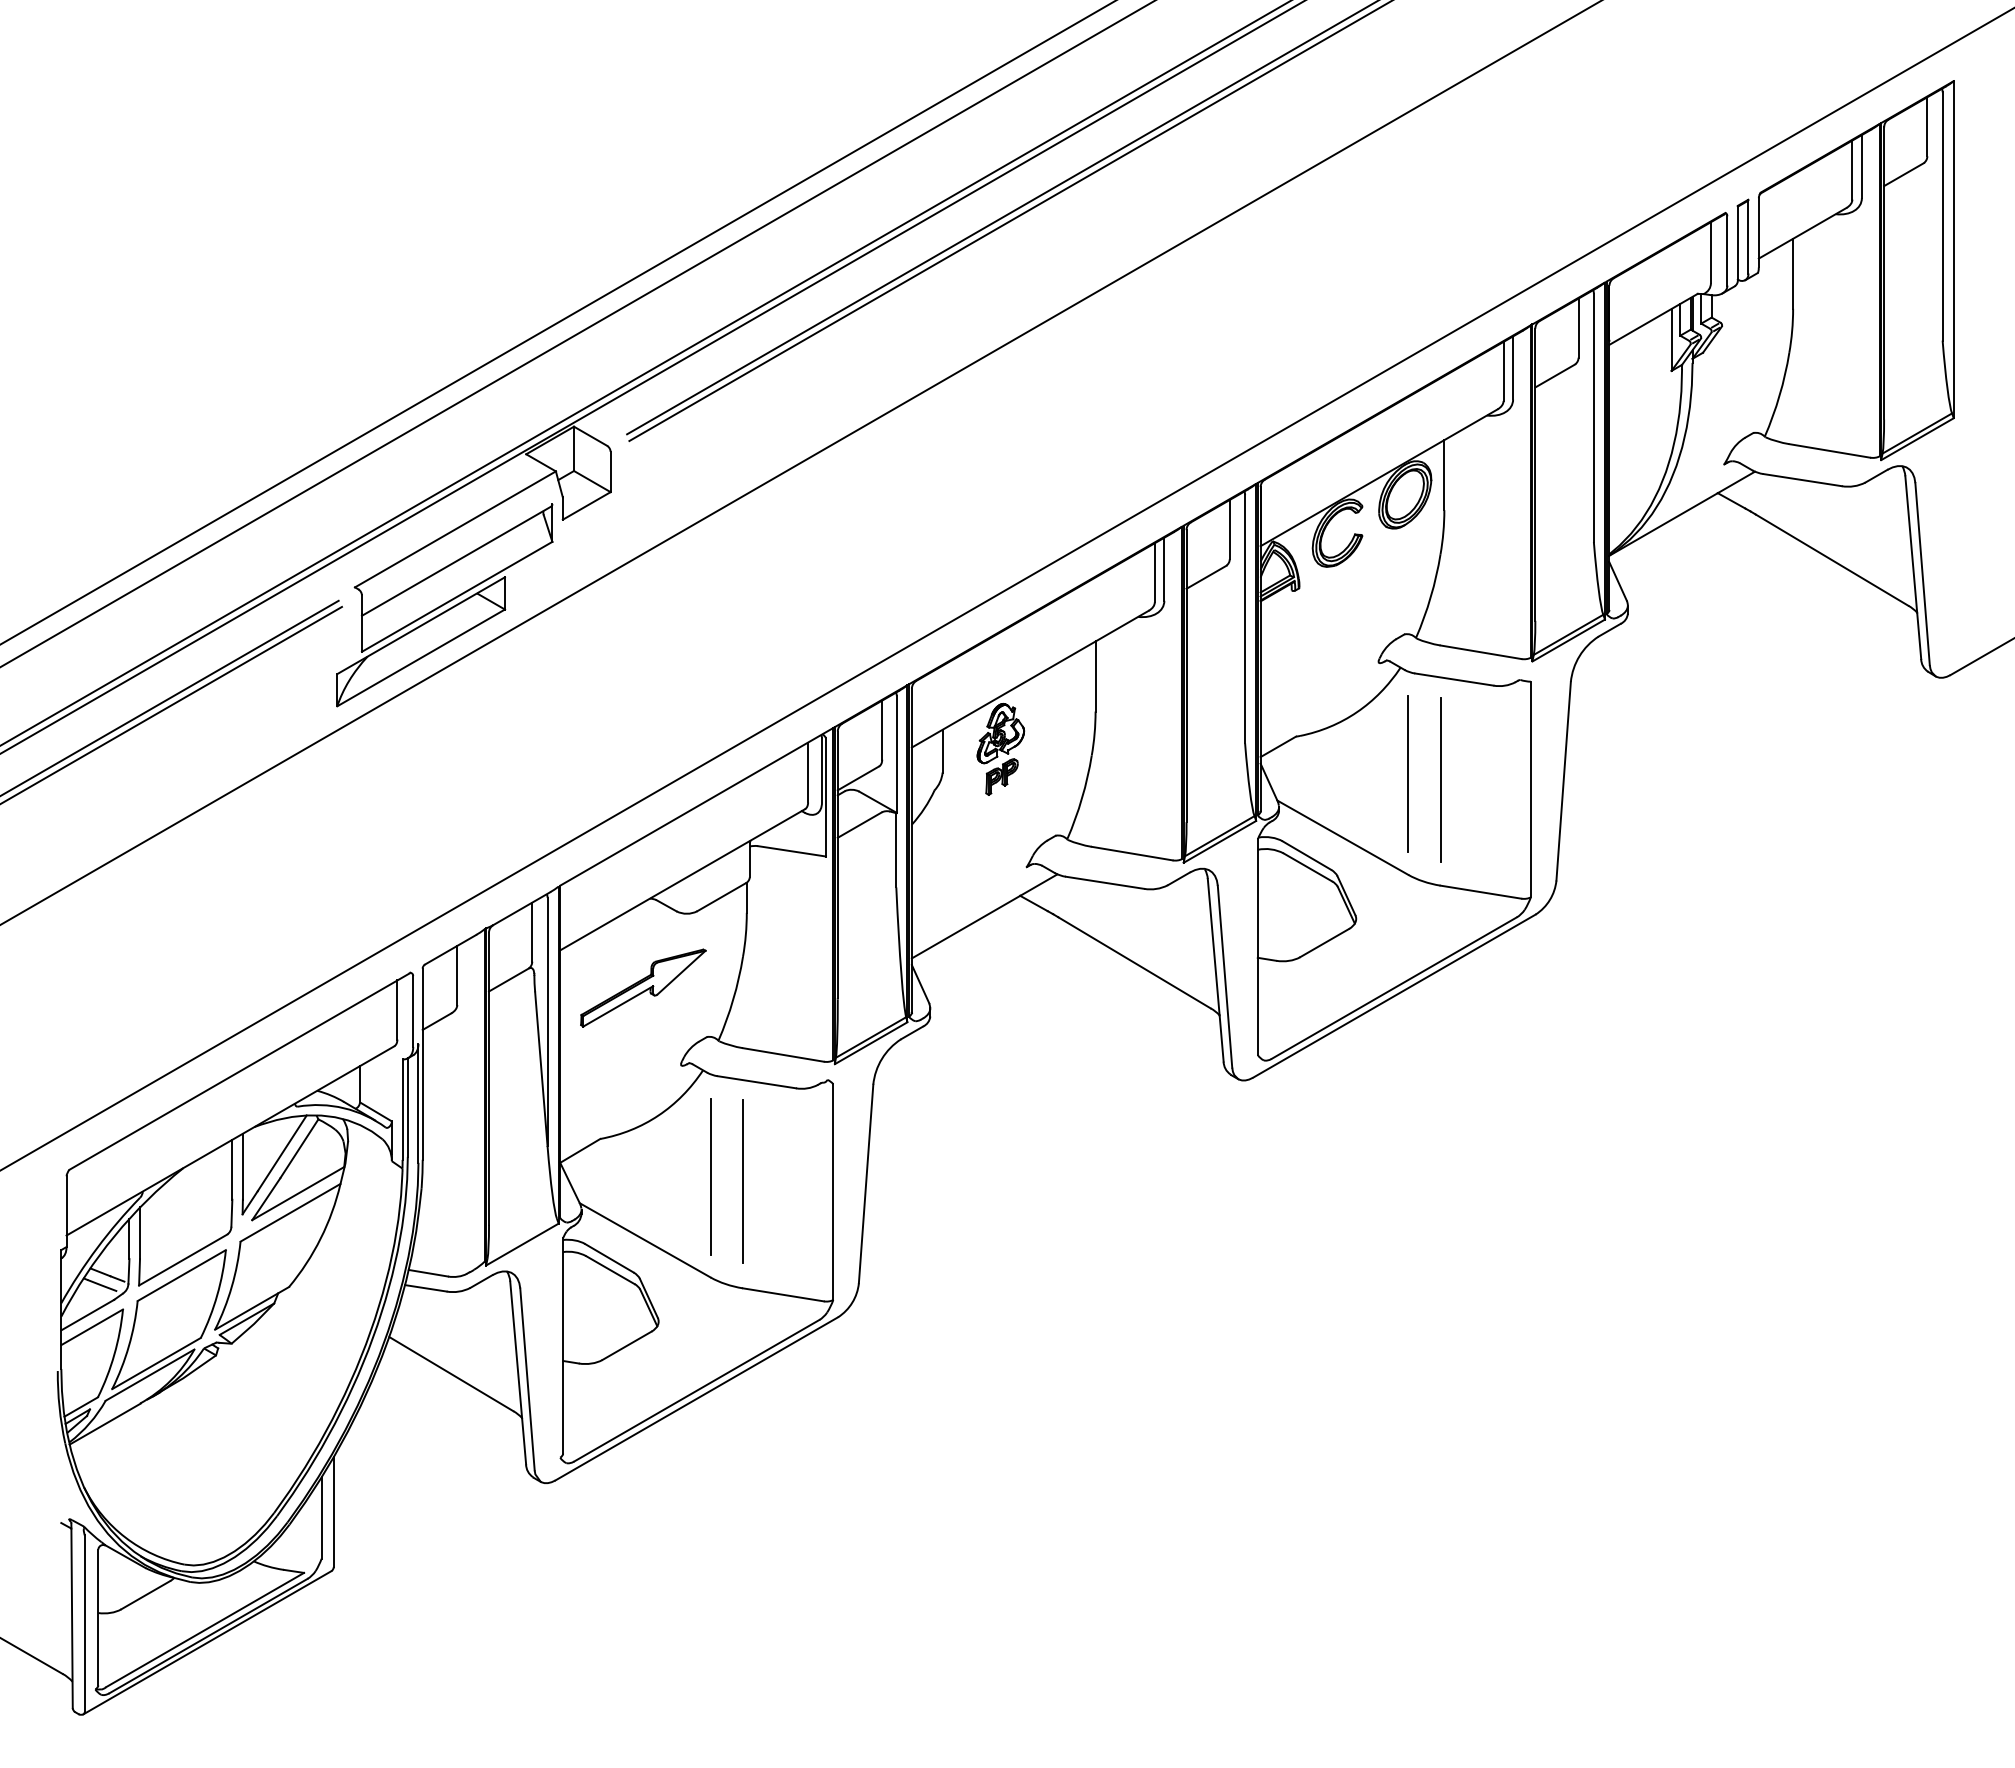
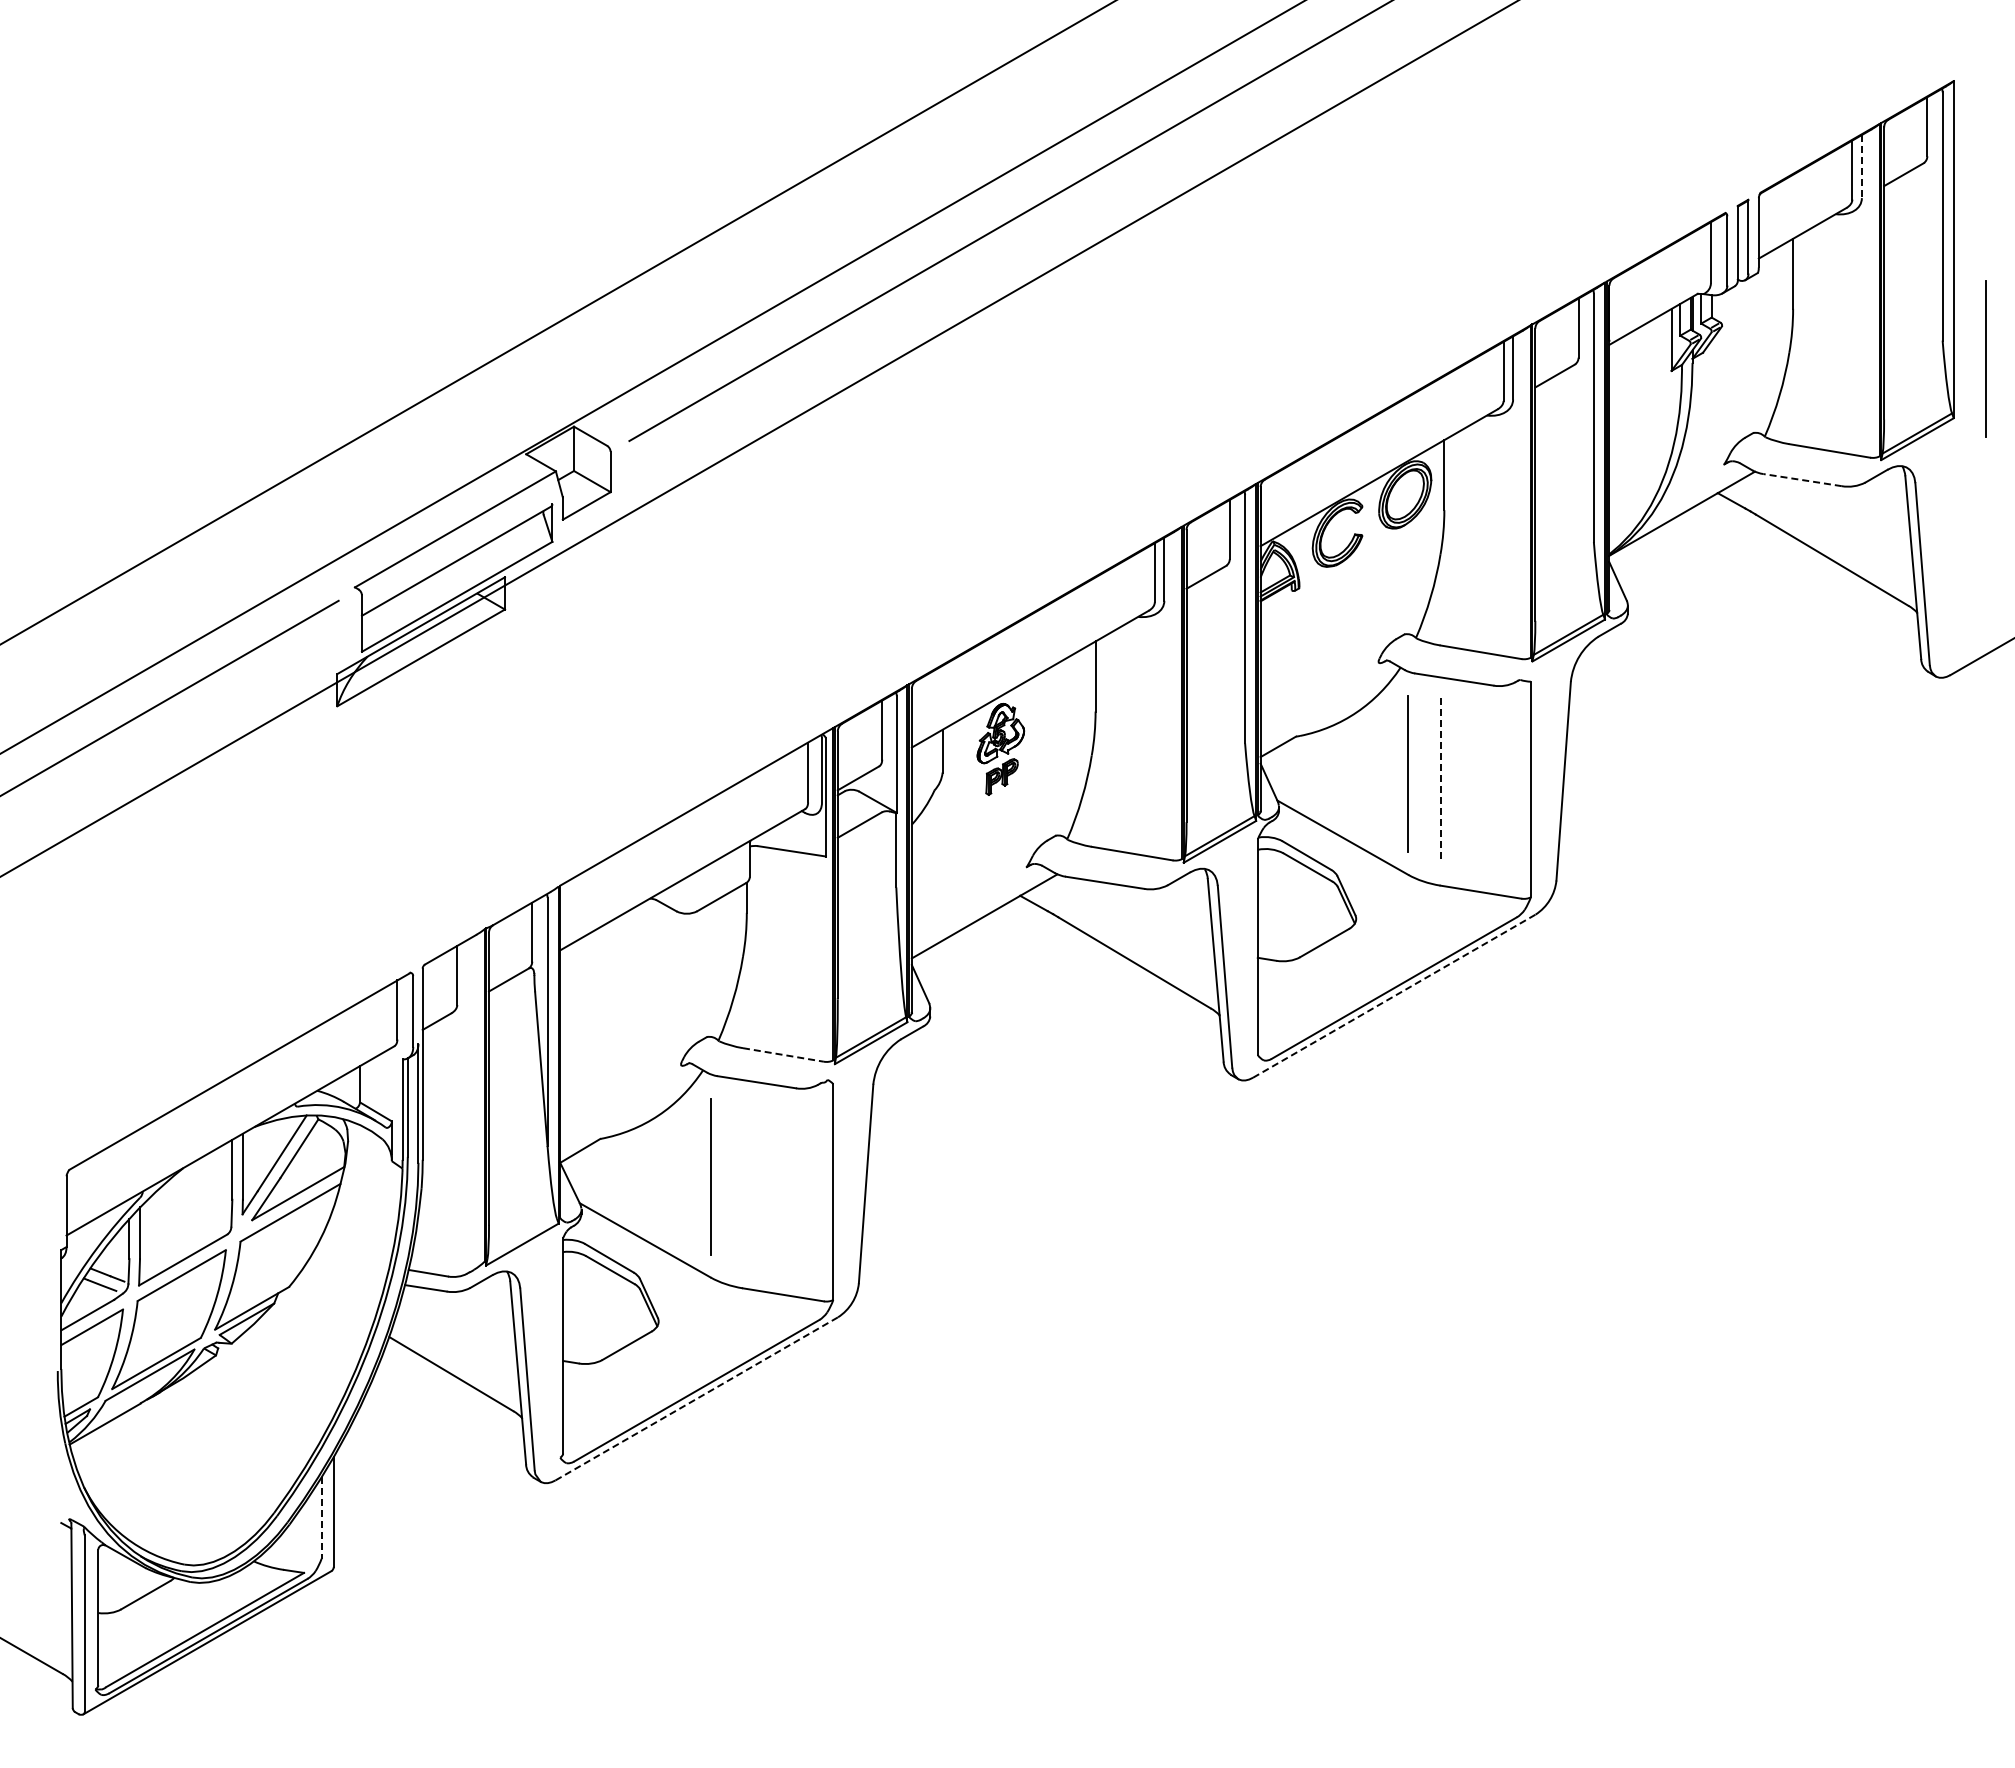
line at (1861, 166): solid -> dashed
line at (1001, 218): present -> none
line at (577, 334): present -> none
line at (1985, 358): none -> present
line at (645, 373): present -> none
line at (800, 462) position: (800, 462) -> (758, 438)
line at (1802, 480): solid -> dashed
line at (1006, 589): present -> none
line at (171, 704): present -> none
line at (1440, 780): solid -> dashed
part at (643, 987): present -> none
line at (1394, 995): solid -> dashed
line at (783, 1054): solid -> dashed
line at (742, 1181): present -> none
line at (697, 1398): solid -> dashed
line at (321, 1518): solid -> dashed
